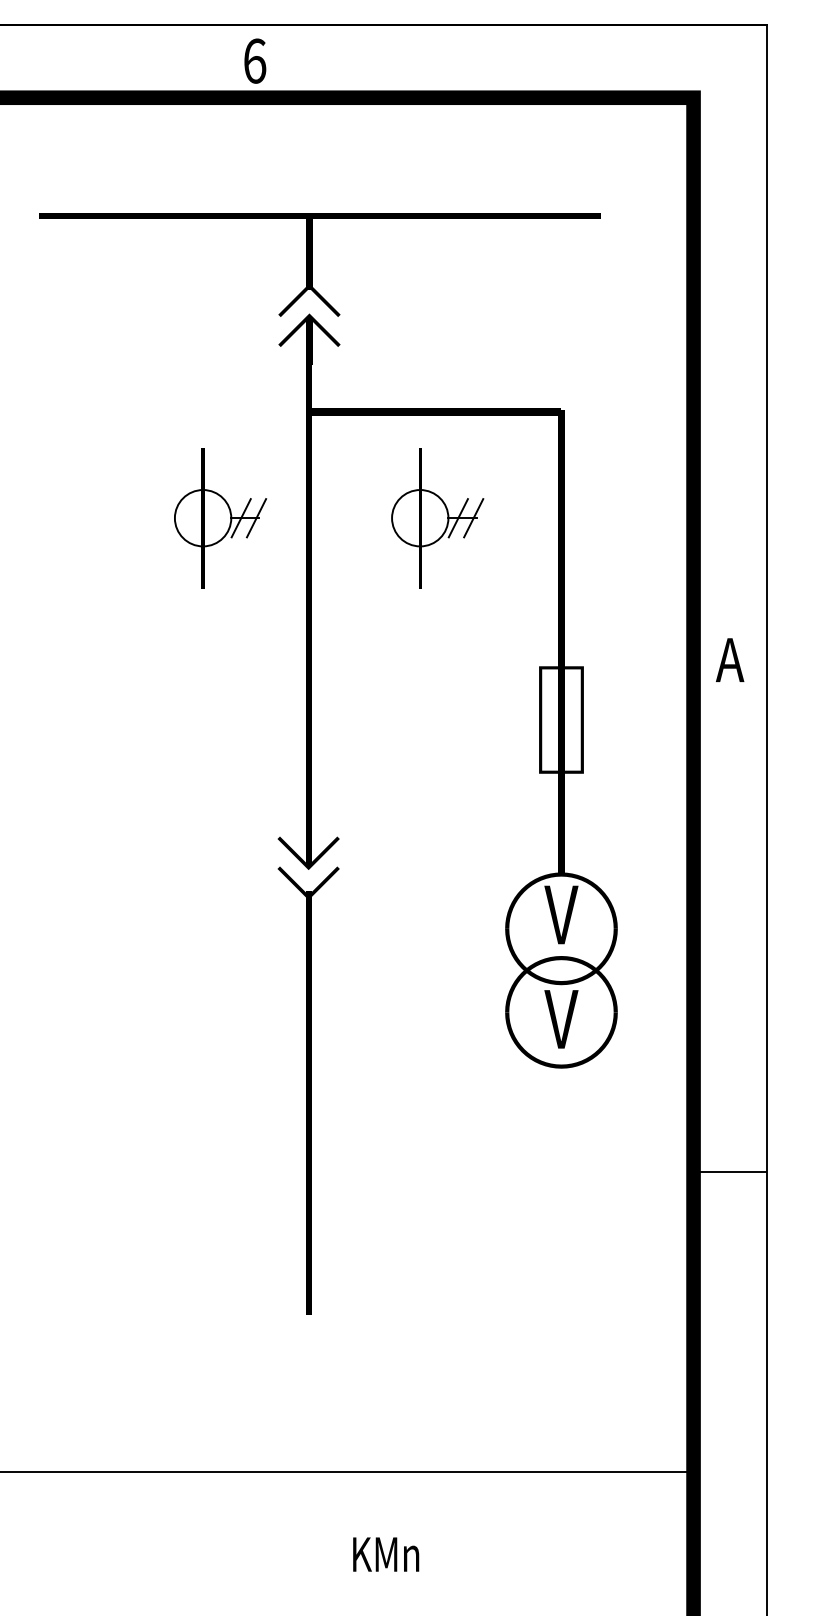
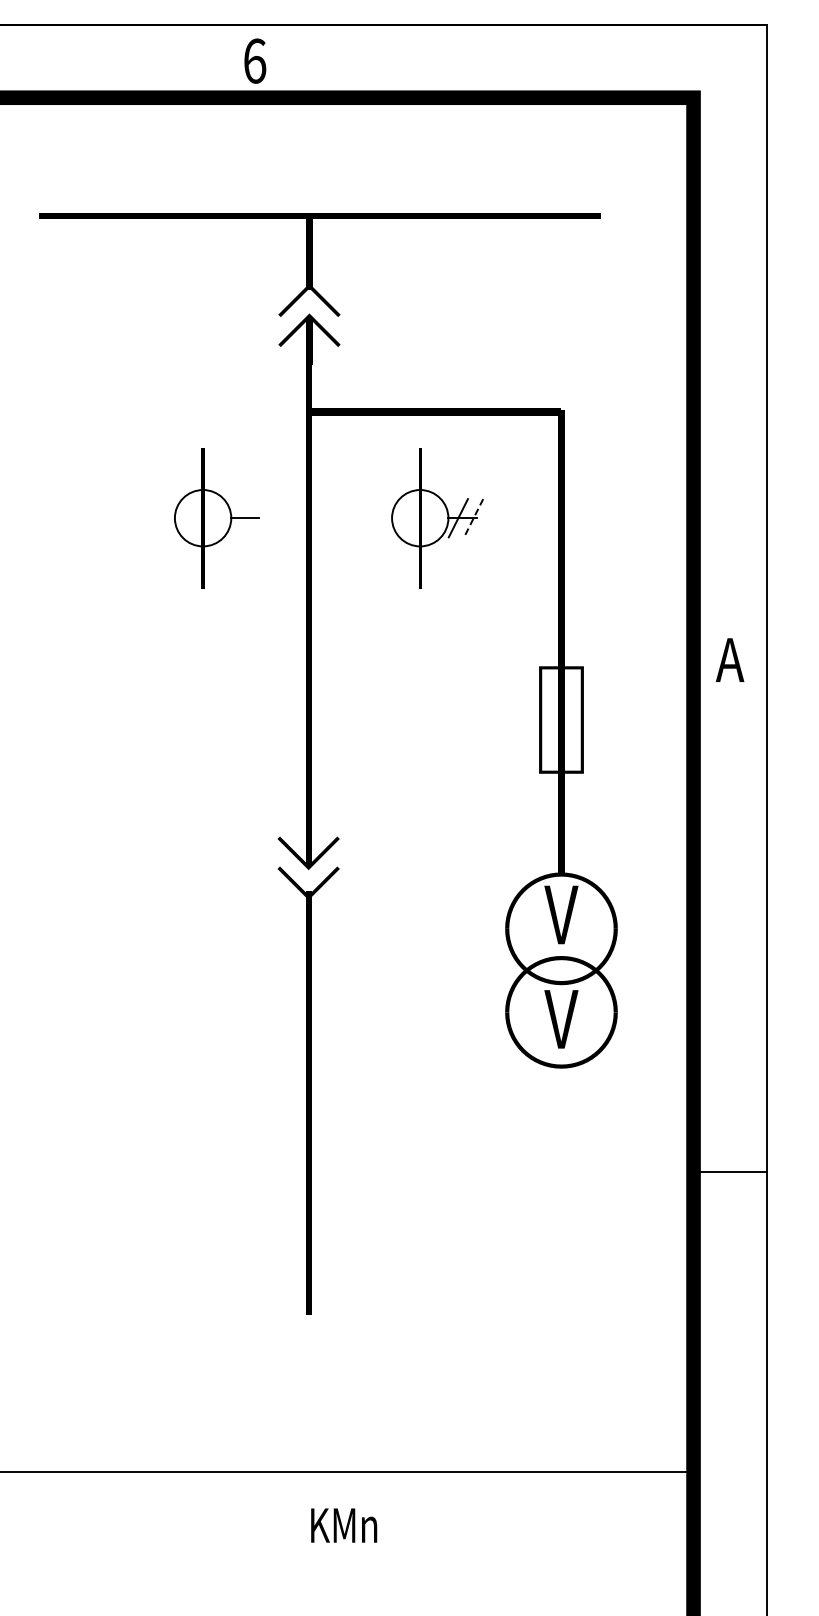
line at (240, 518): present -> none
line at (256, 518): present -> none
line at (473, 518): solid -> dashed
text at (386, 1554) position: (386, 1554) -> (344, 1525)
